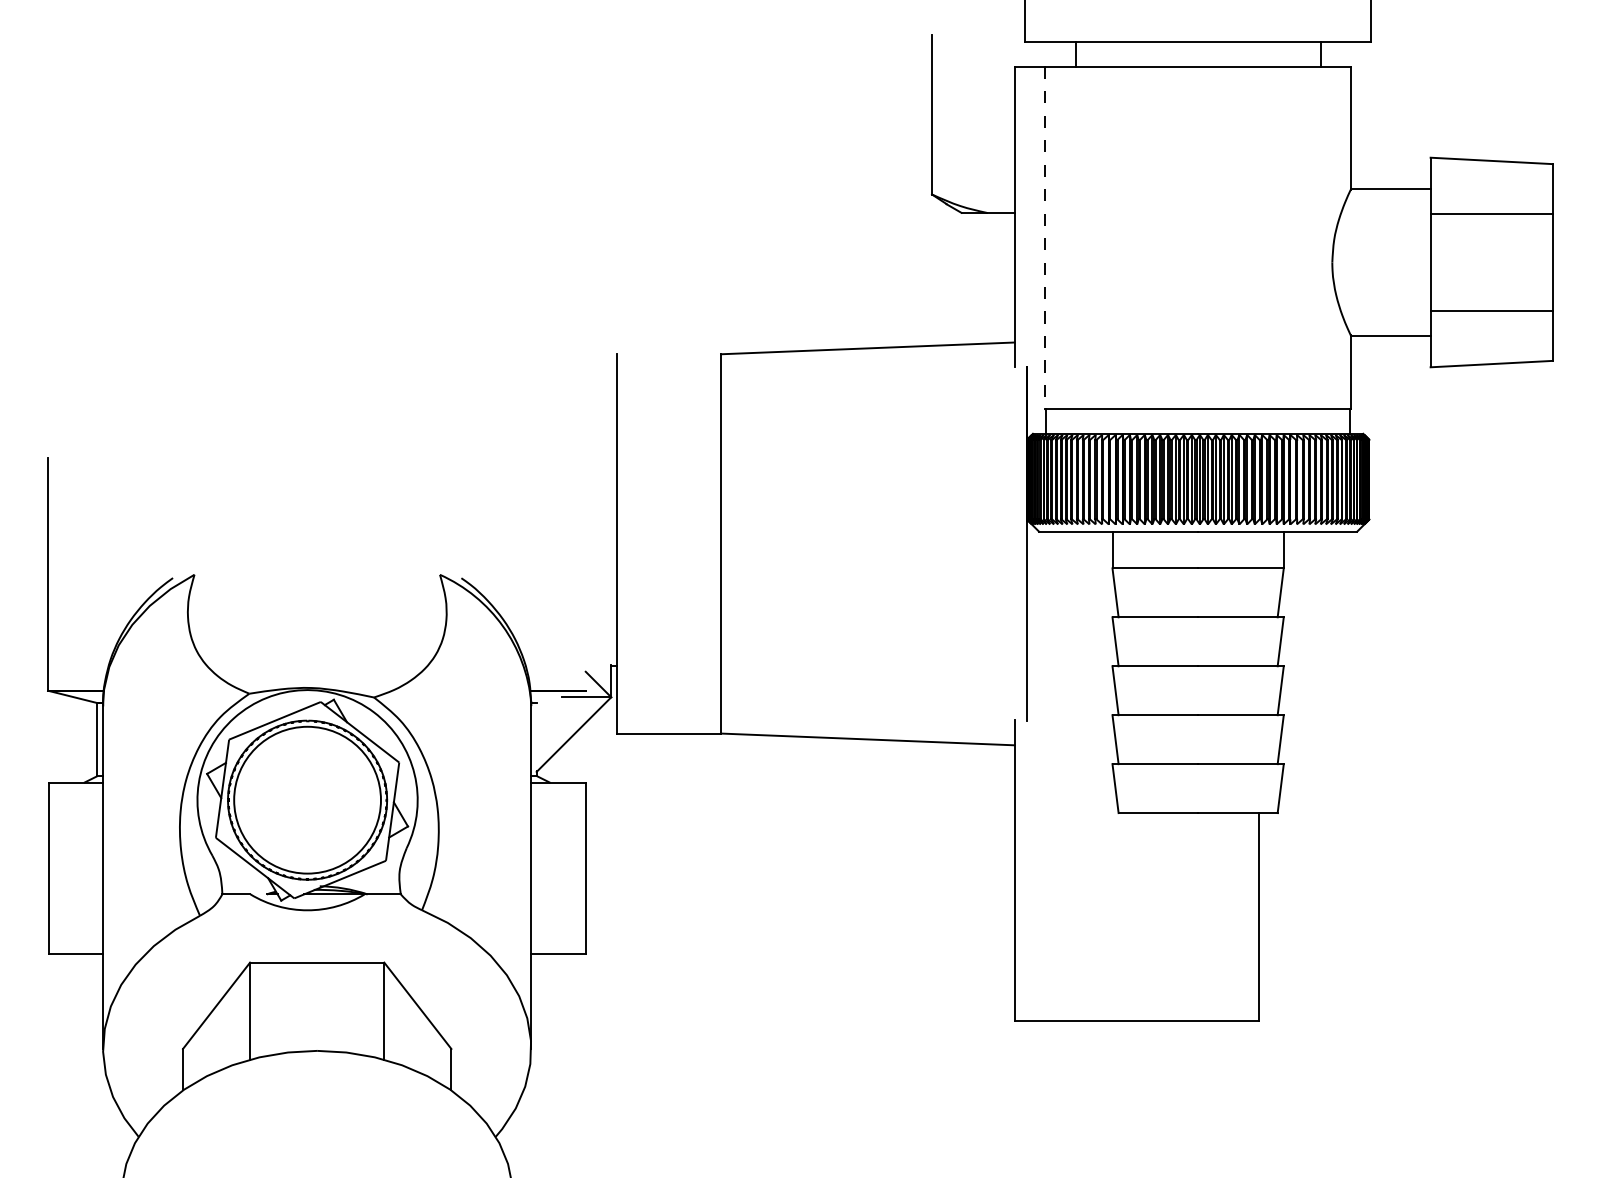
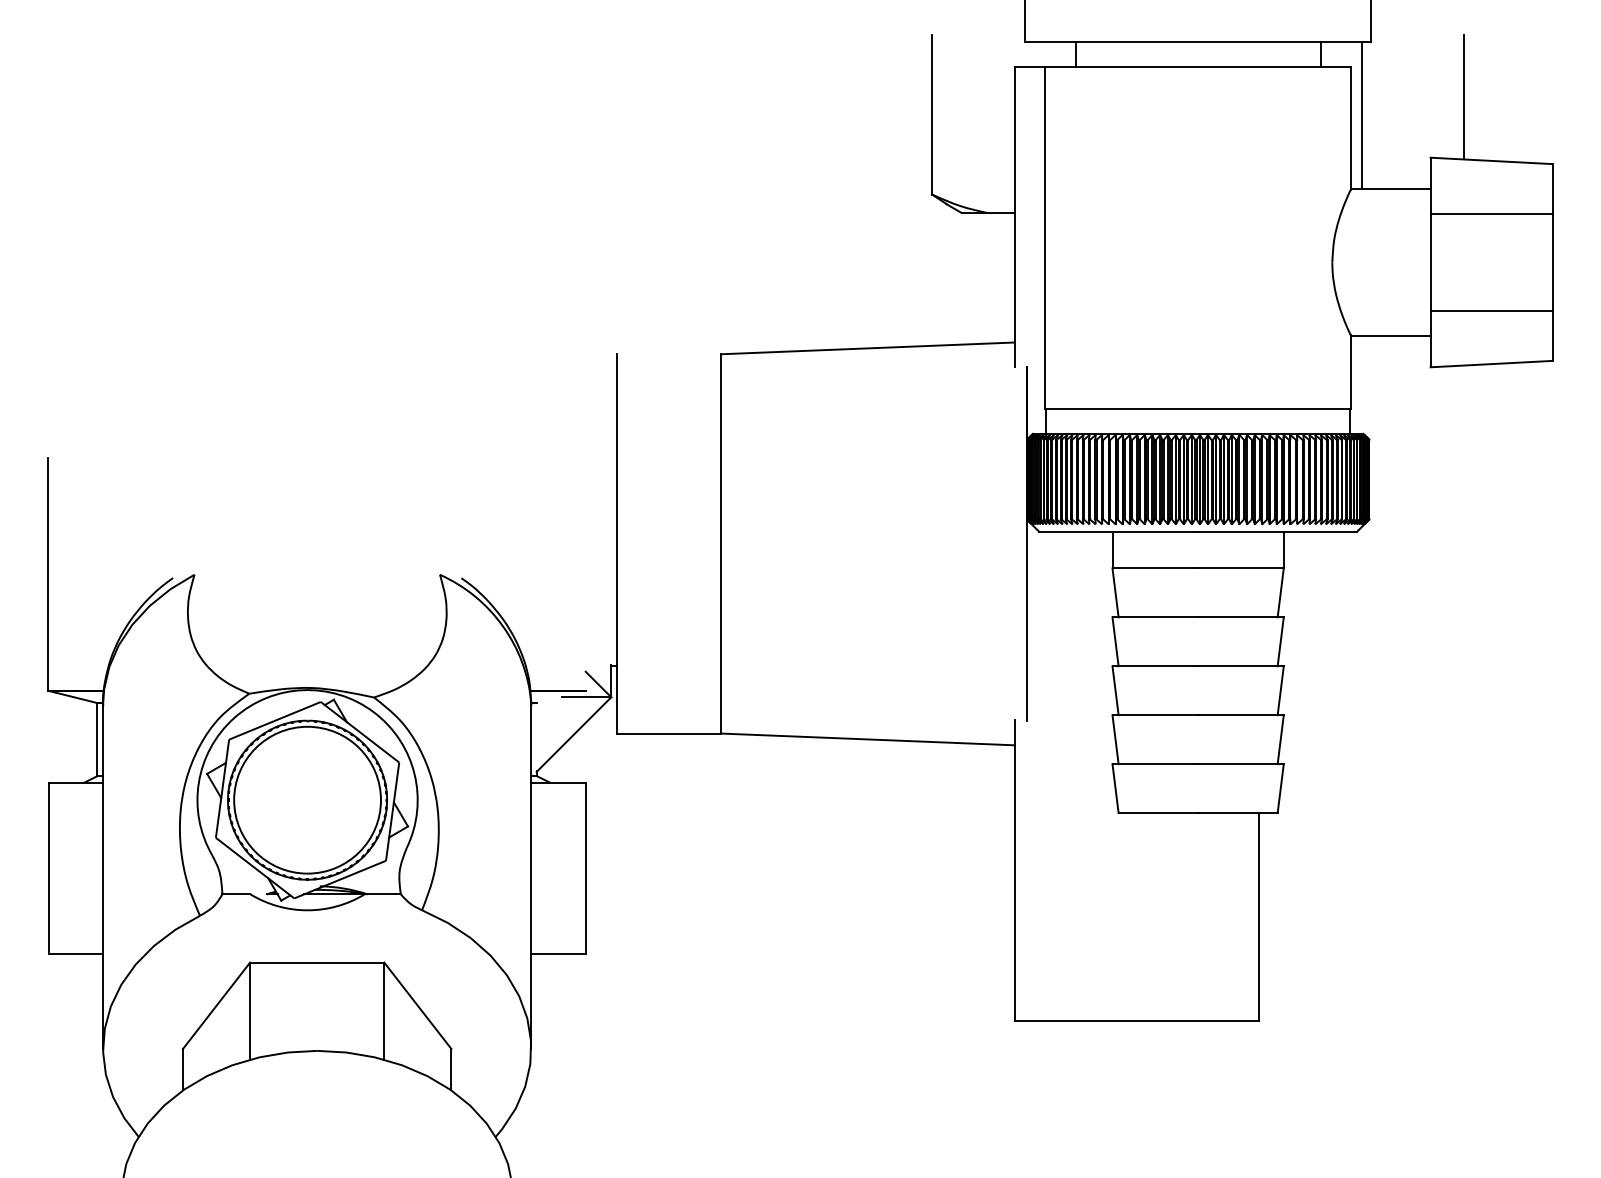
line at (1464, 97): none -> present
line at (1361, 115): none -> present
line at (1045, 238): dashed -> solid
